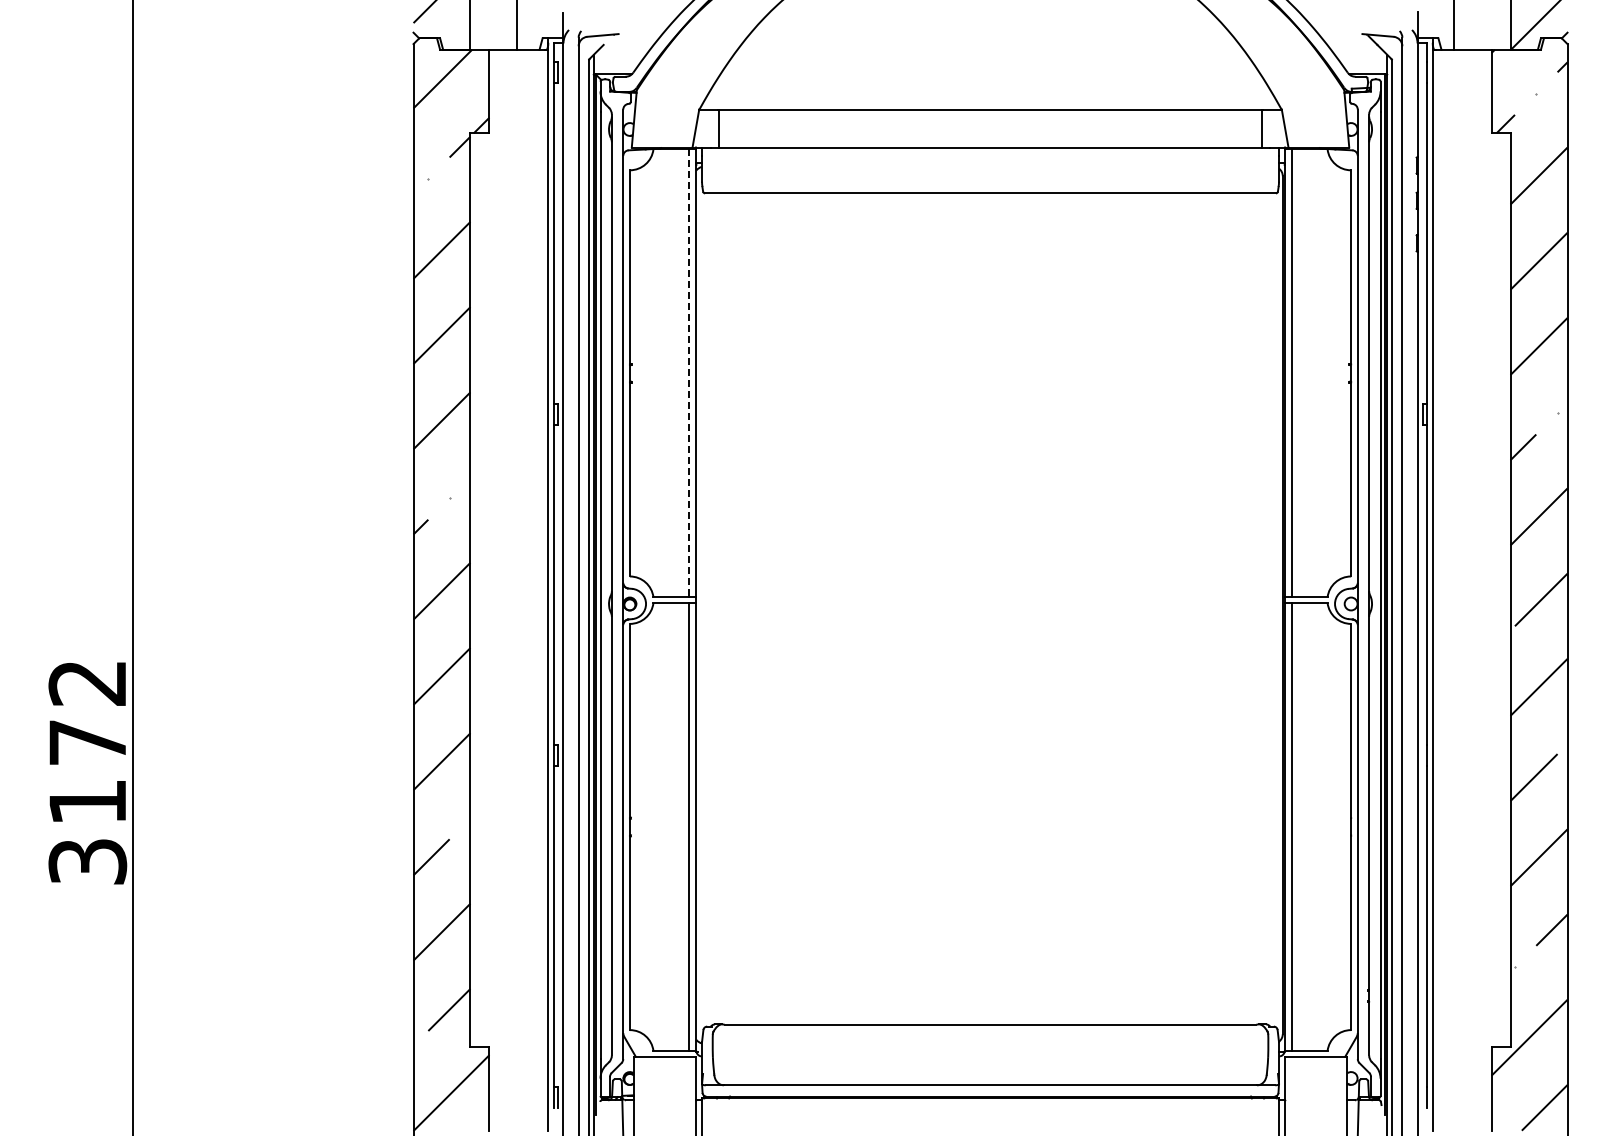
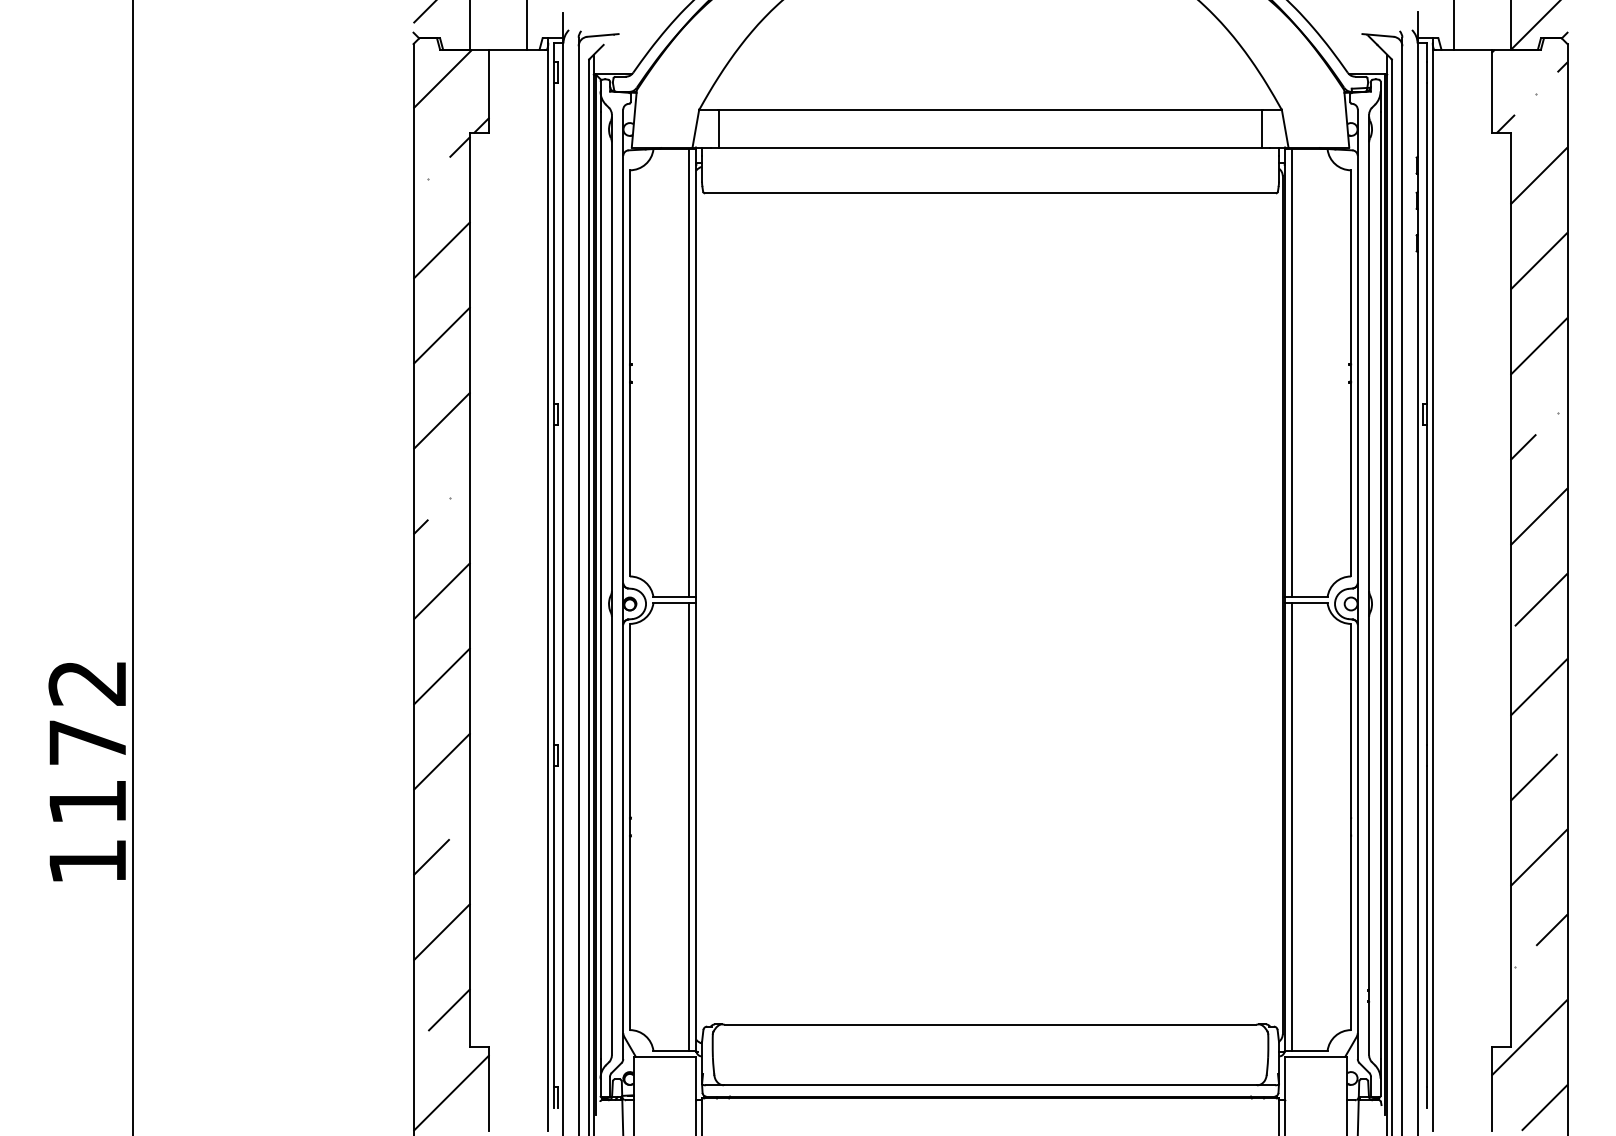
line at (517, 25) position: (517, 25) -> (527, 25)
line at (688, 373): dashed -> solid
text at (87, 861): 3172 -> 1172
